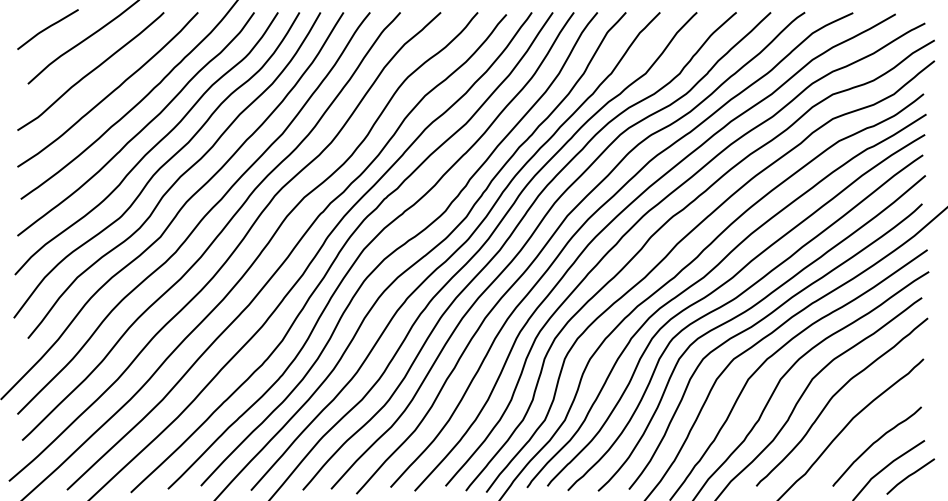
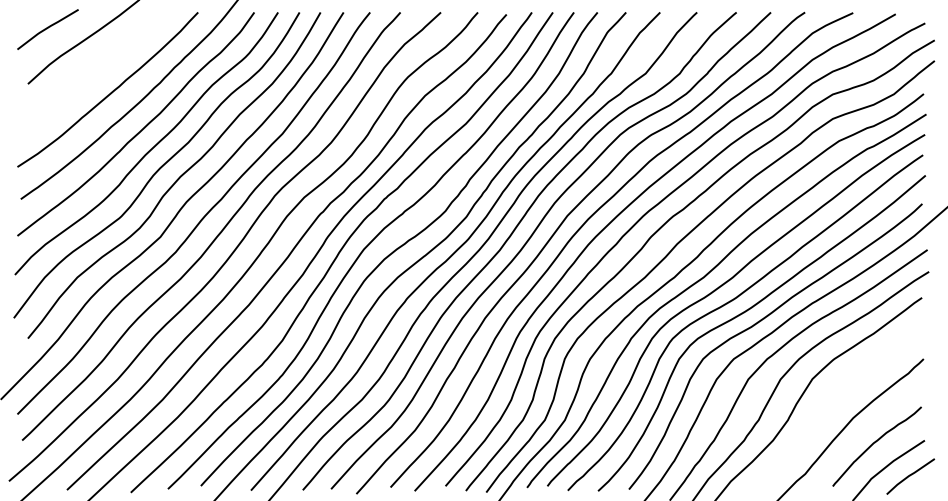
curve at (90, 71): present -> none
curve at (835, 395): present -> none
